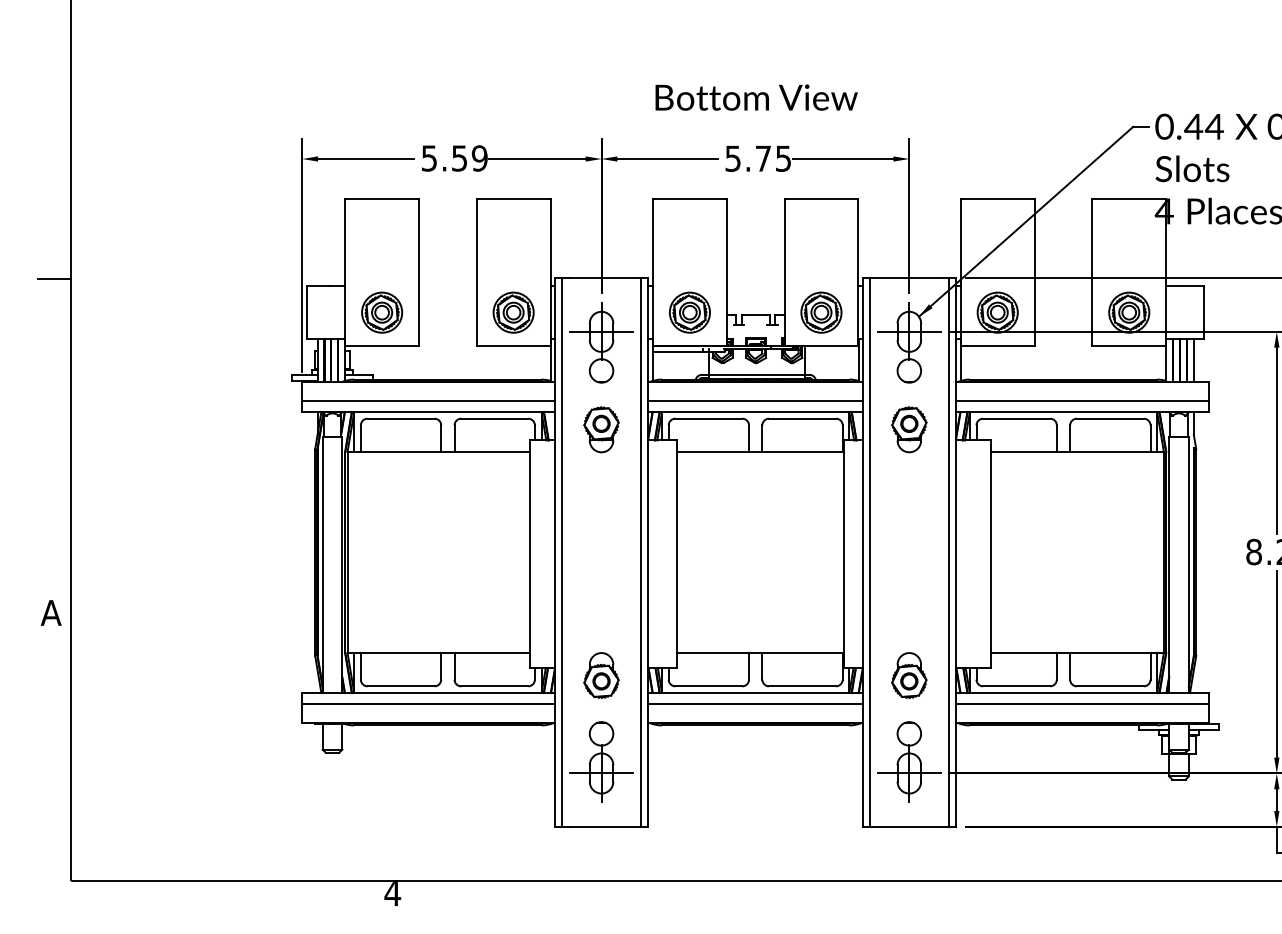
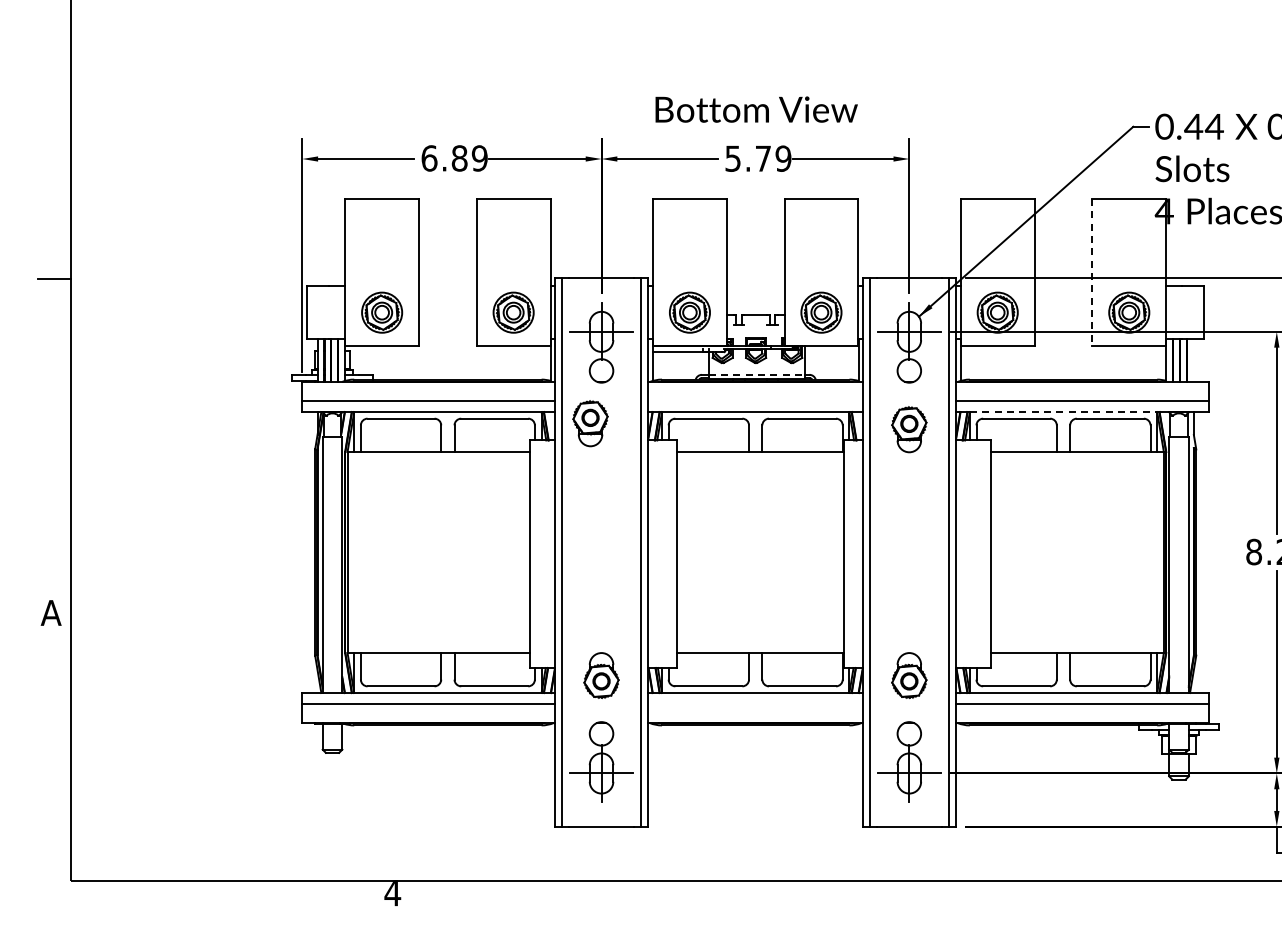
text at (756, 97) position: (756, 97) -> (756, 109)
text at (444, 158): 5.59 -> 6.89
text at (783, 158): 5.75 -> 5.79
line at (1092, 272): solid -> dashed
line at (1193, 360): present -> none
line at (757, 374): solid -> dashed
line at (755, 400): present -> none
line at (1063, 412): solid -> dashed
part at (601, 429) position: (601, 429) -> (590, 423)
line at (755, 704): present -> none
